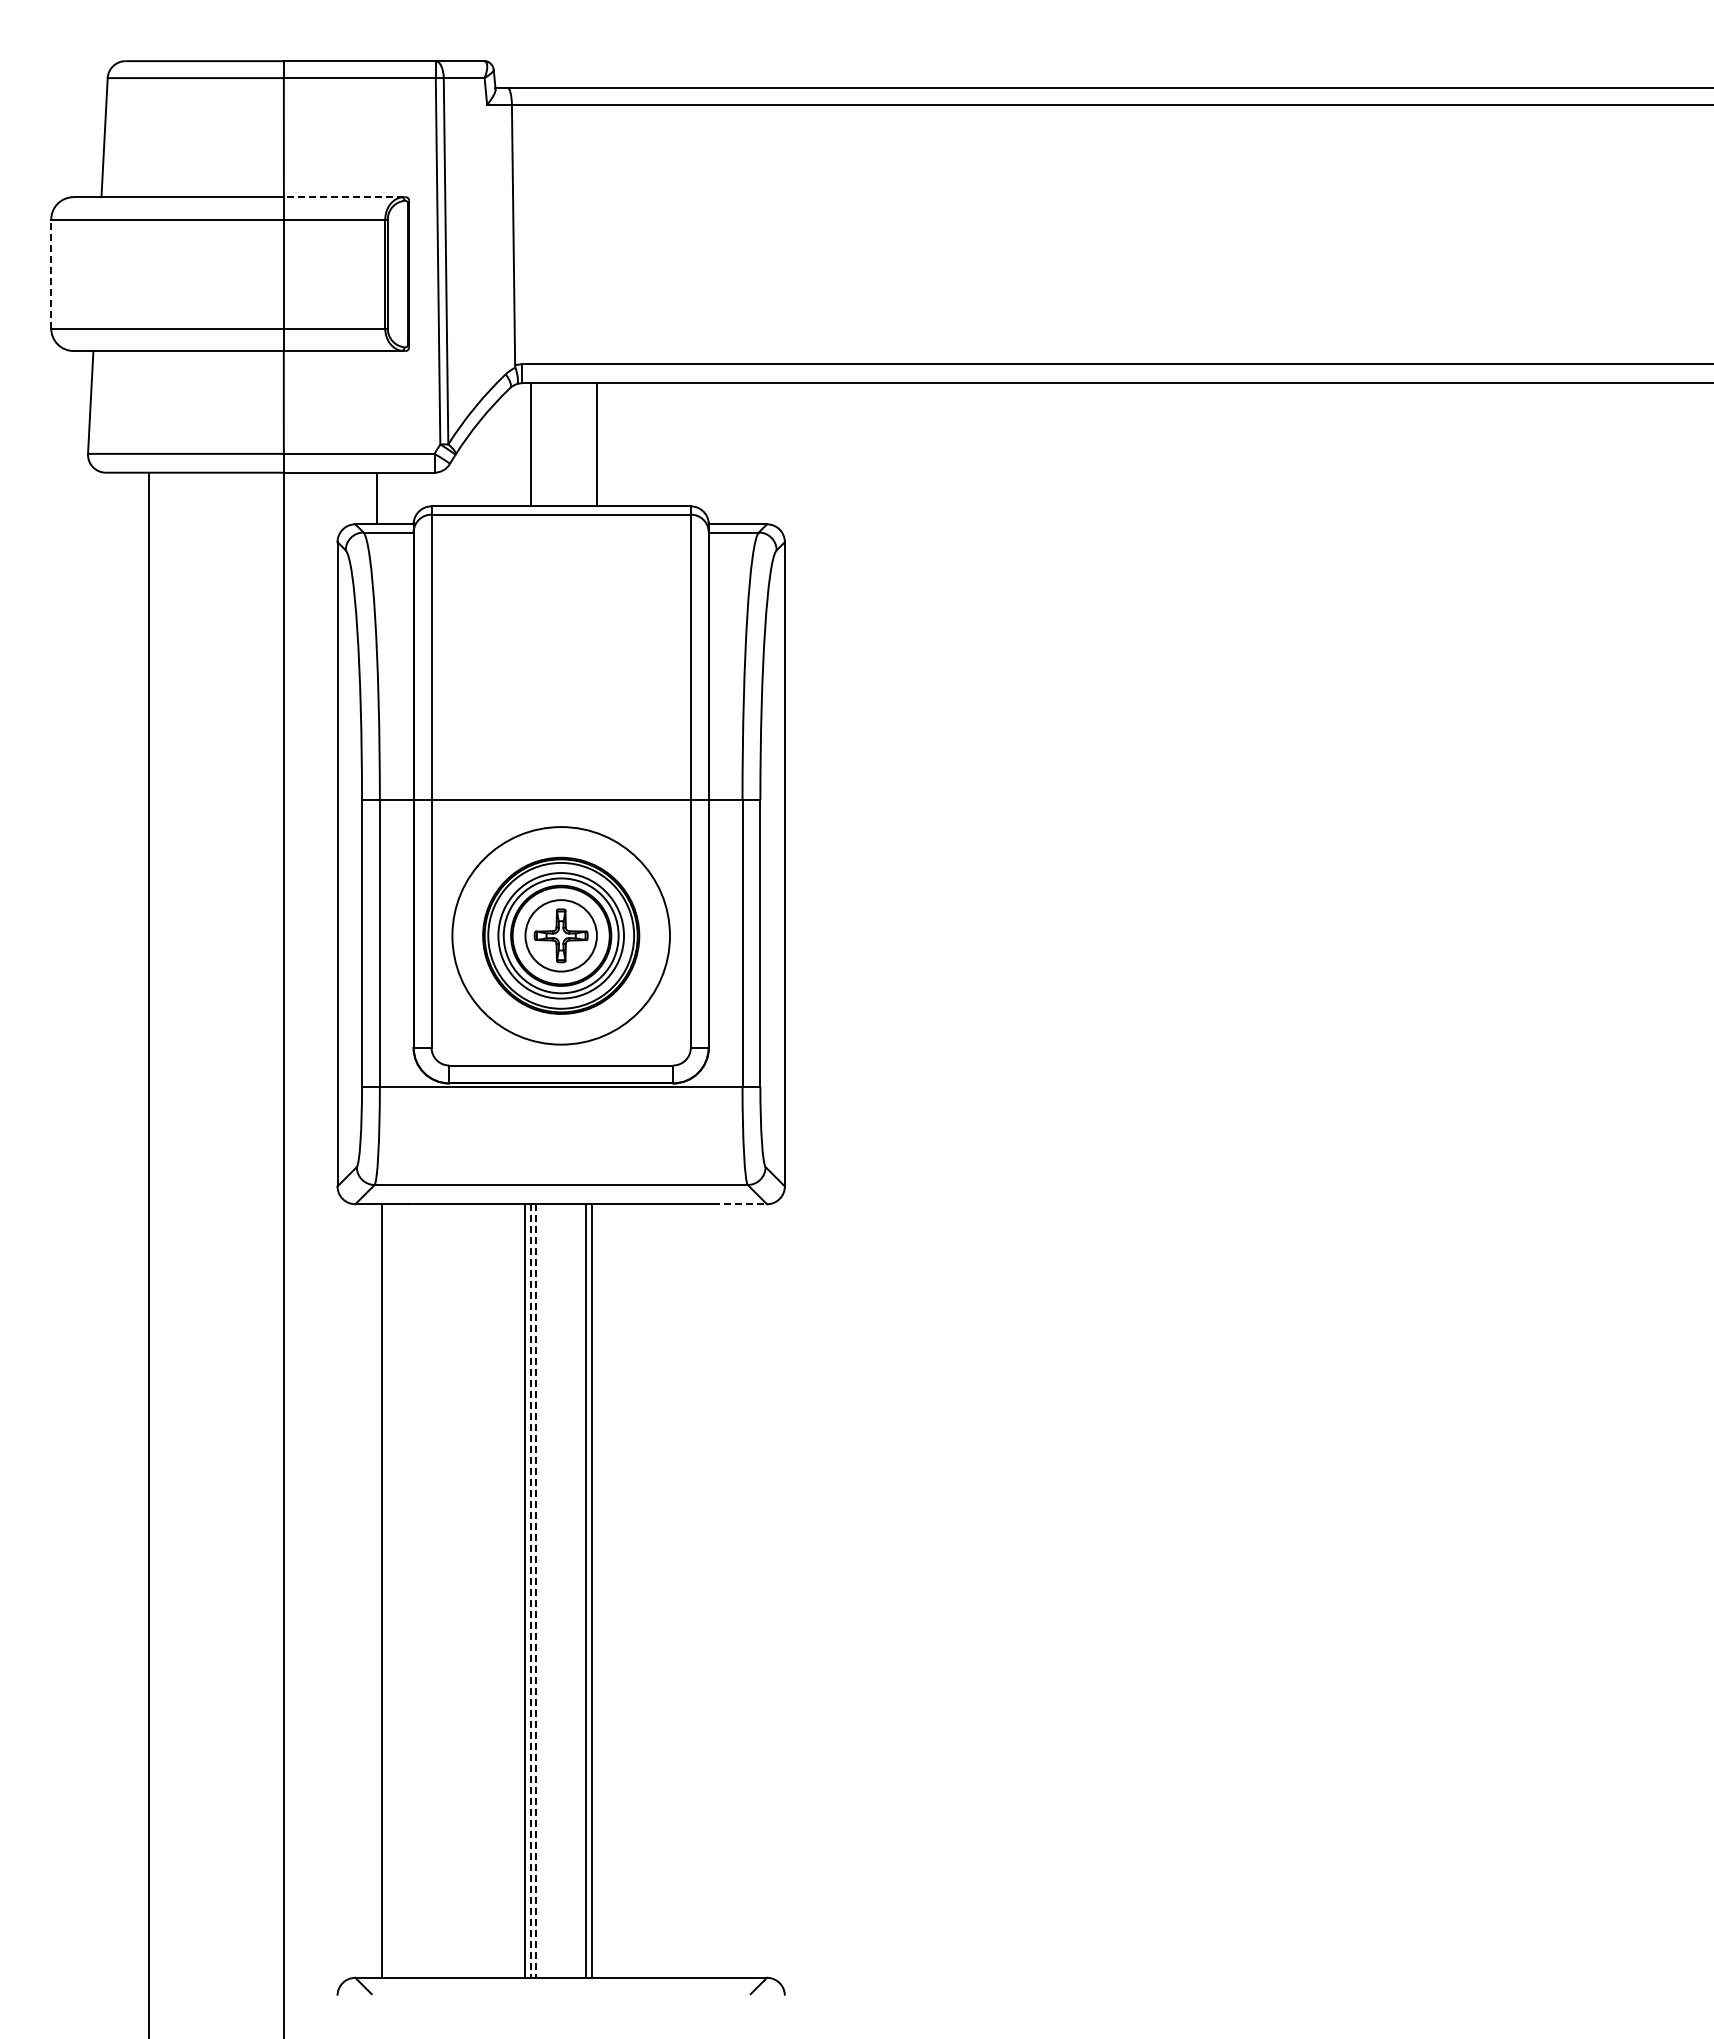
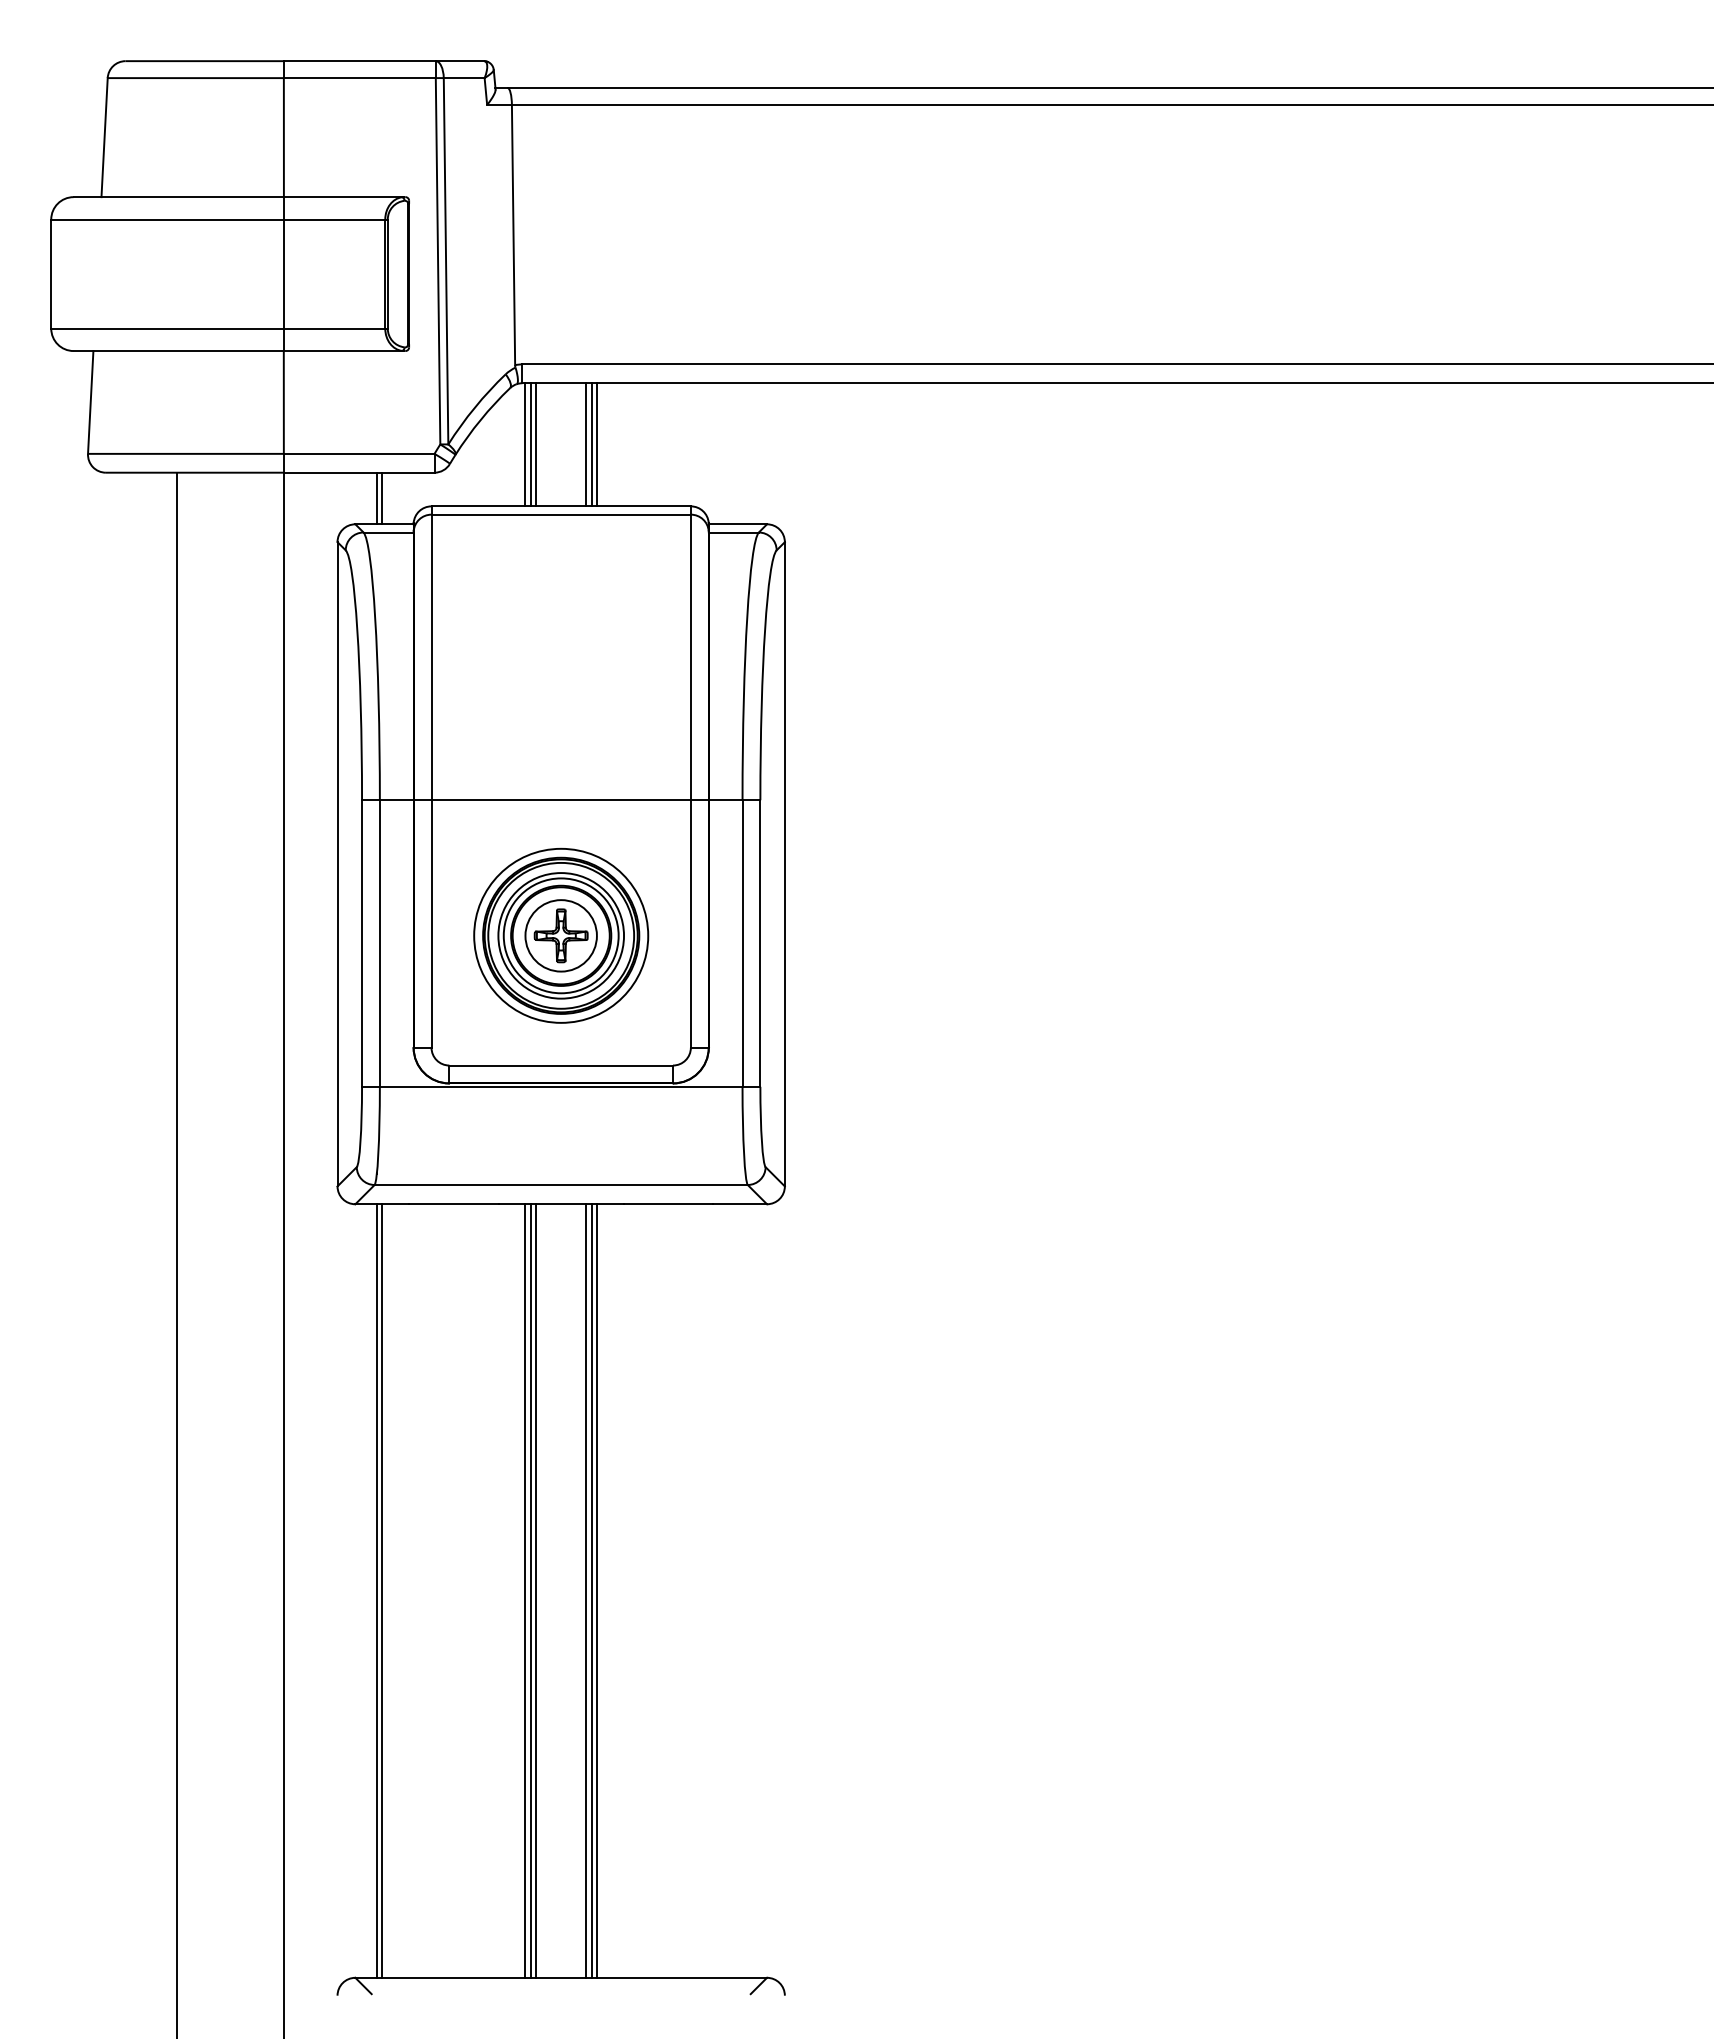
line at (343, 197): dashed -> solid
line at (51, 274): dashed -> solid
line at (525, 444): none -> present
line at (536, 444): none -> present
line at (586, 444): none -> present
line at (591, 444): none -> present
line at (382, 498): none -> present
circle at (560, 935) diameter: 218 px -> 174 px
line at (740, 1204): dashed -> solid
line at (148, 1253) position: (148, 1253) -> (176, 1253)
line at (376, 1590): none -> present
line at (597, 1590): none -> present
line at (530, 1591): dashed -> solid
line at (536, 1591): dashed -> solid
